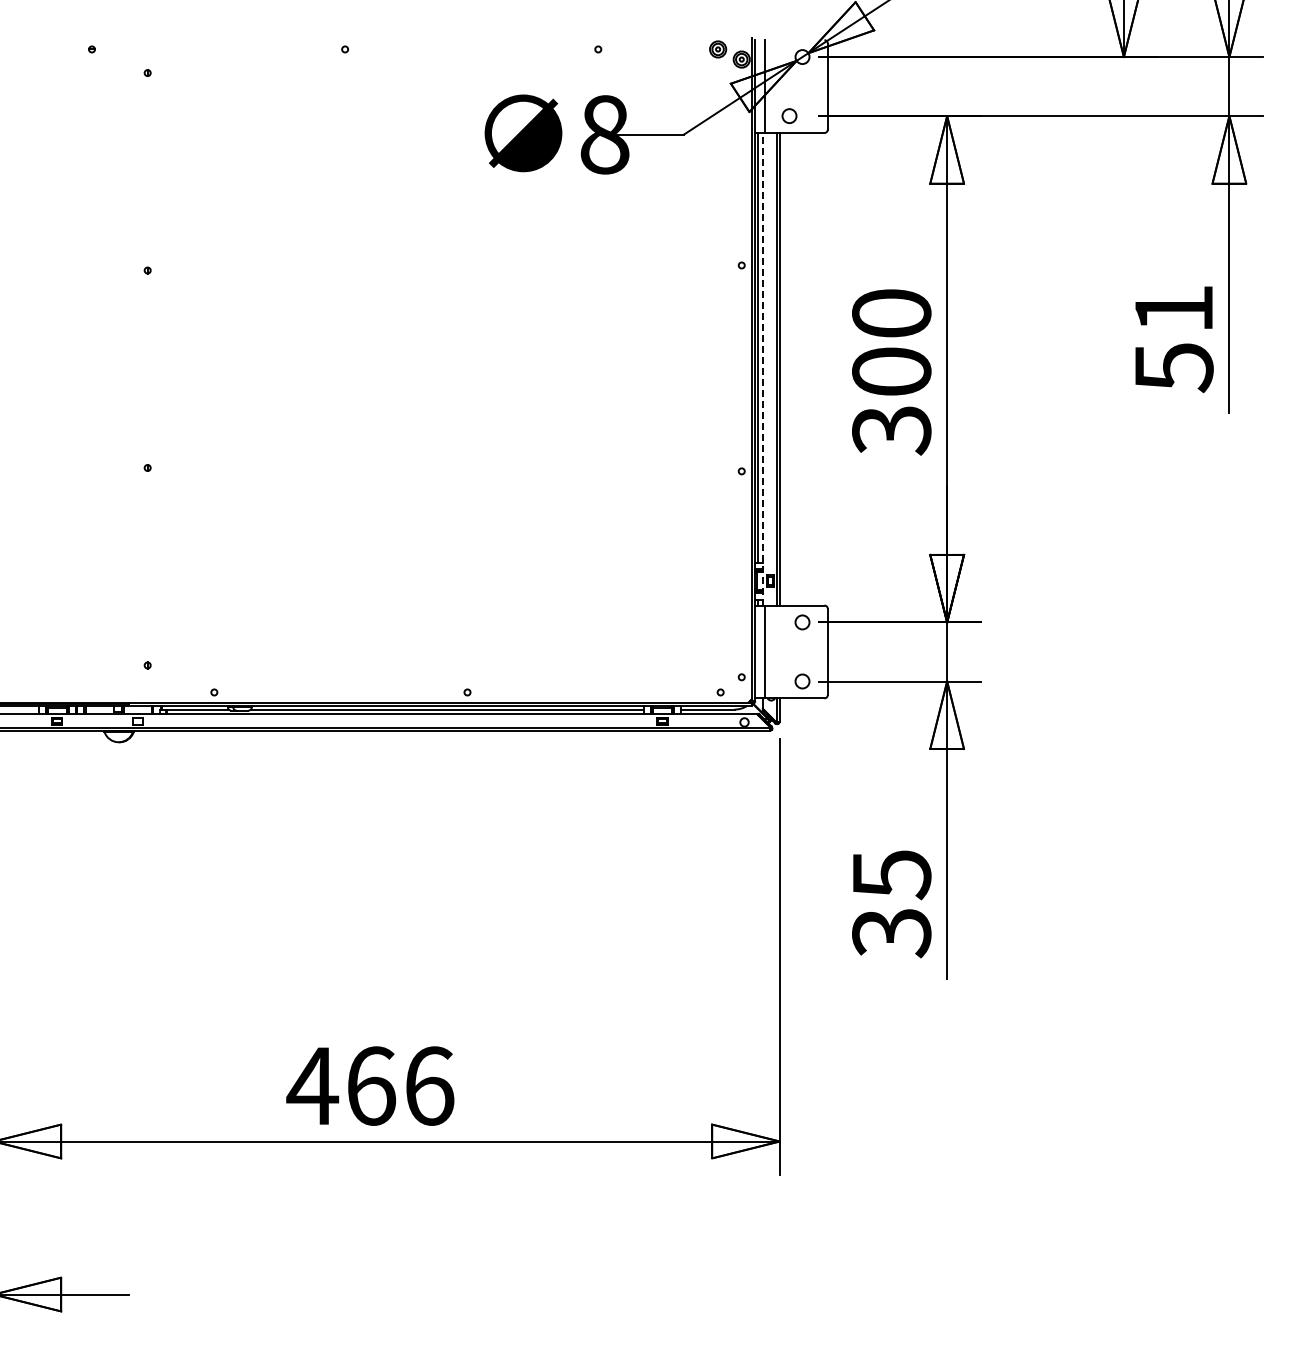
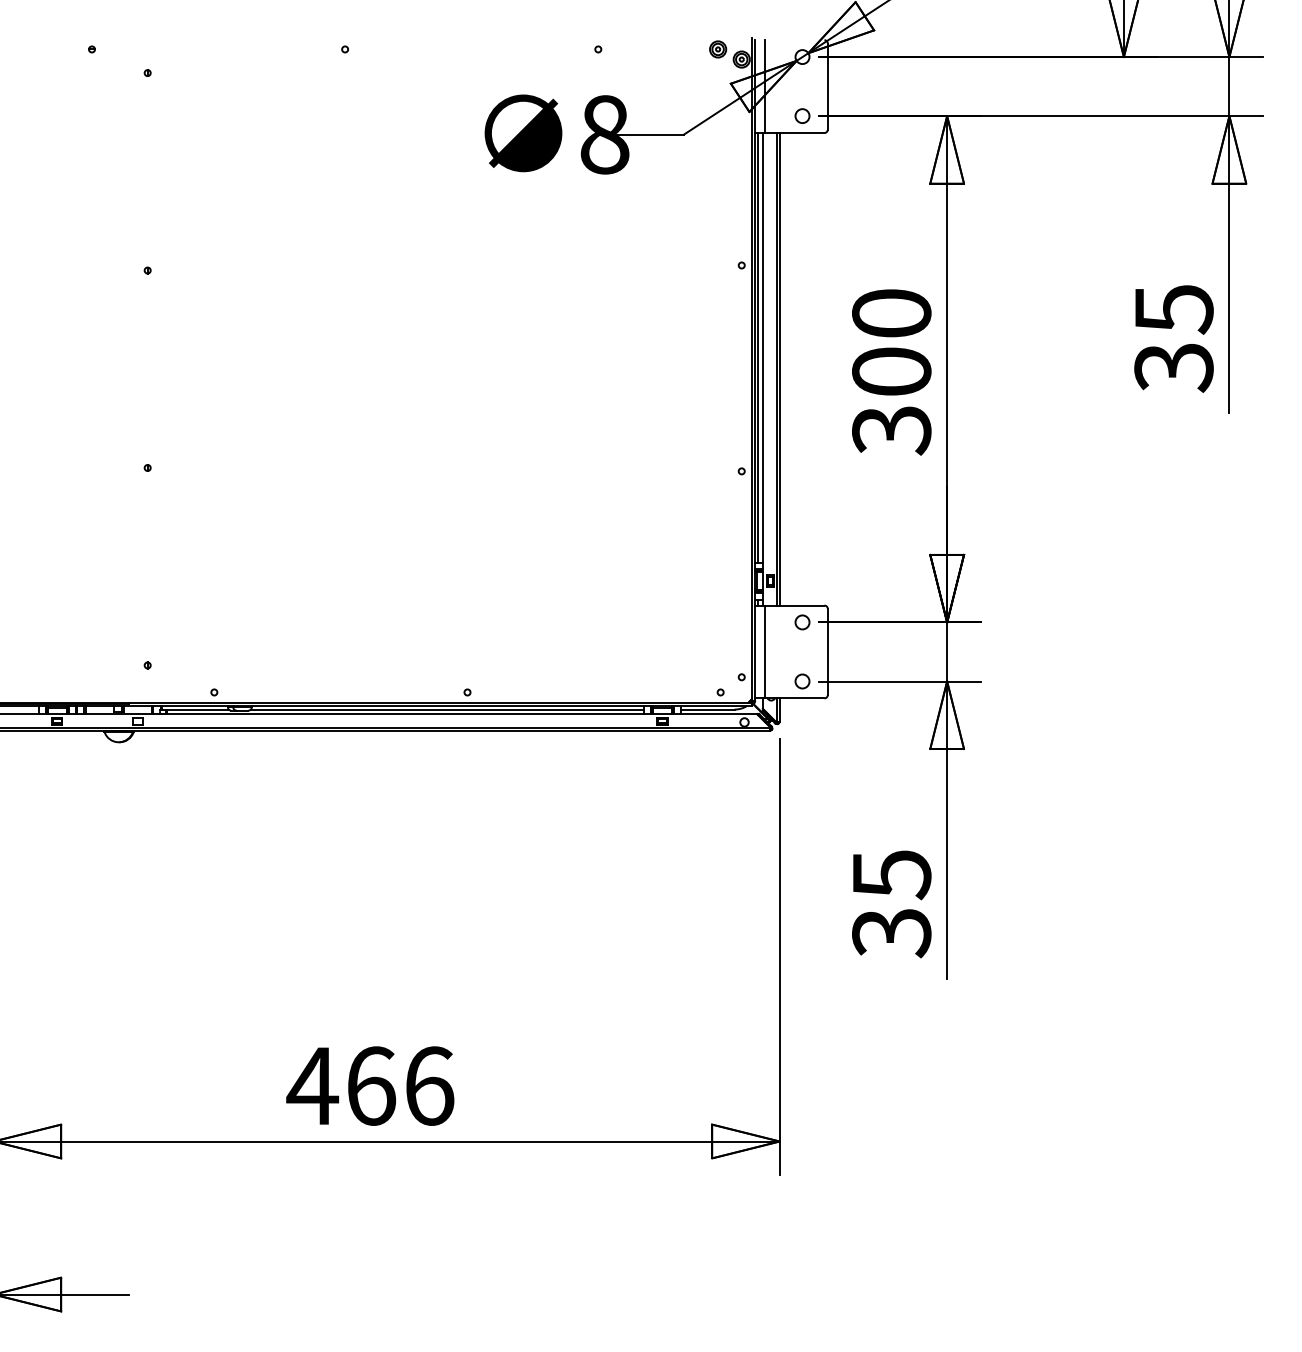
circle at (789, 115) position: (789, 115) -> (802, 115)
text at (1173, 339): 51 -> 35
line at (762, 368): dashed -> solid
